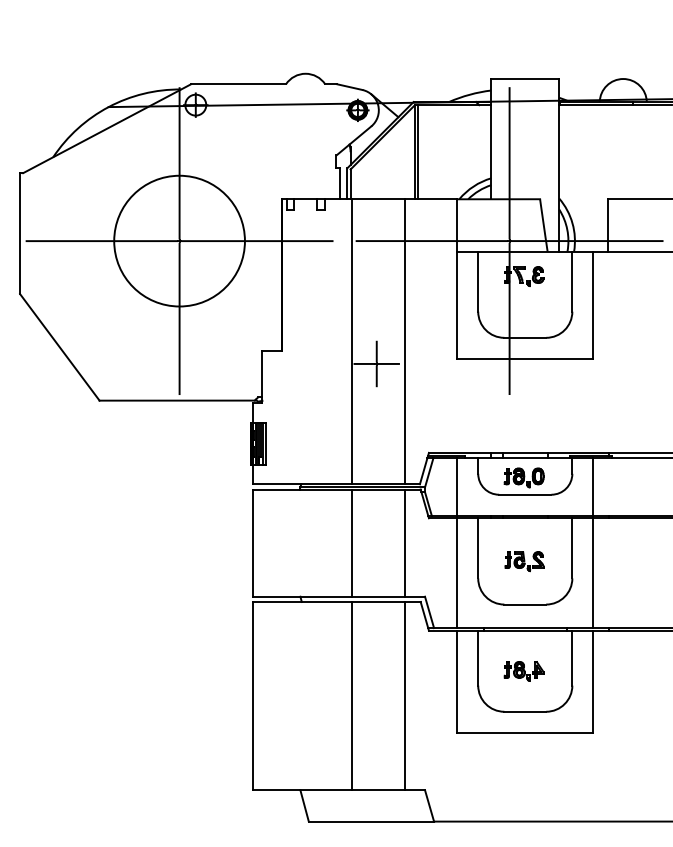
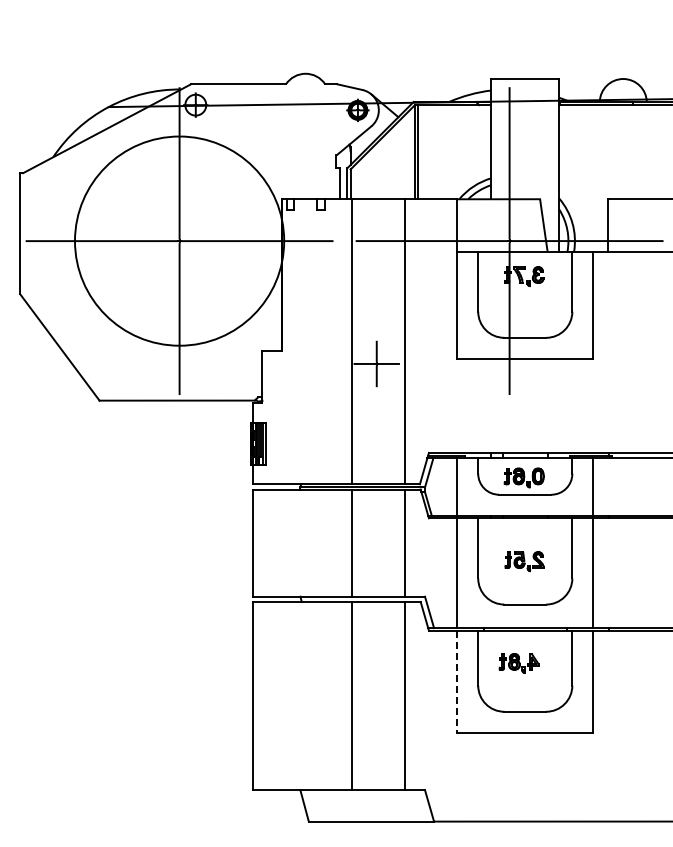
circle at (179, 240) diameter: 131 px -> 209 px
part at (523, 671) position: (523, 671) -> (518, 663)
line at (457, 681): solid -> dashed
